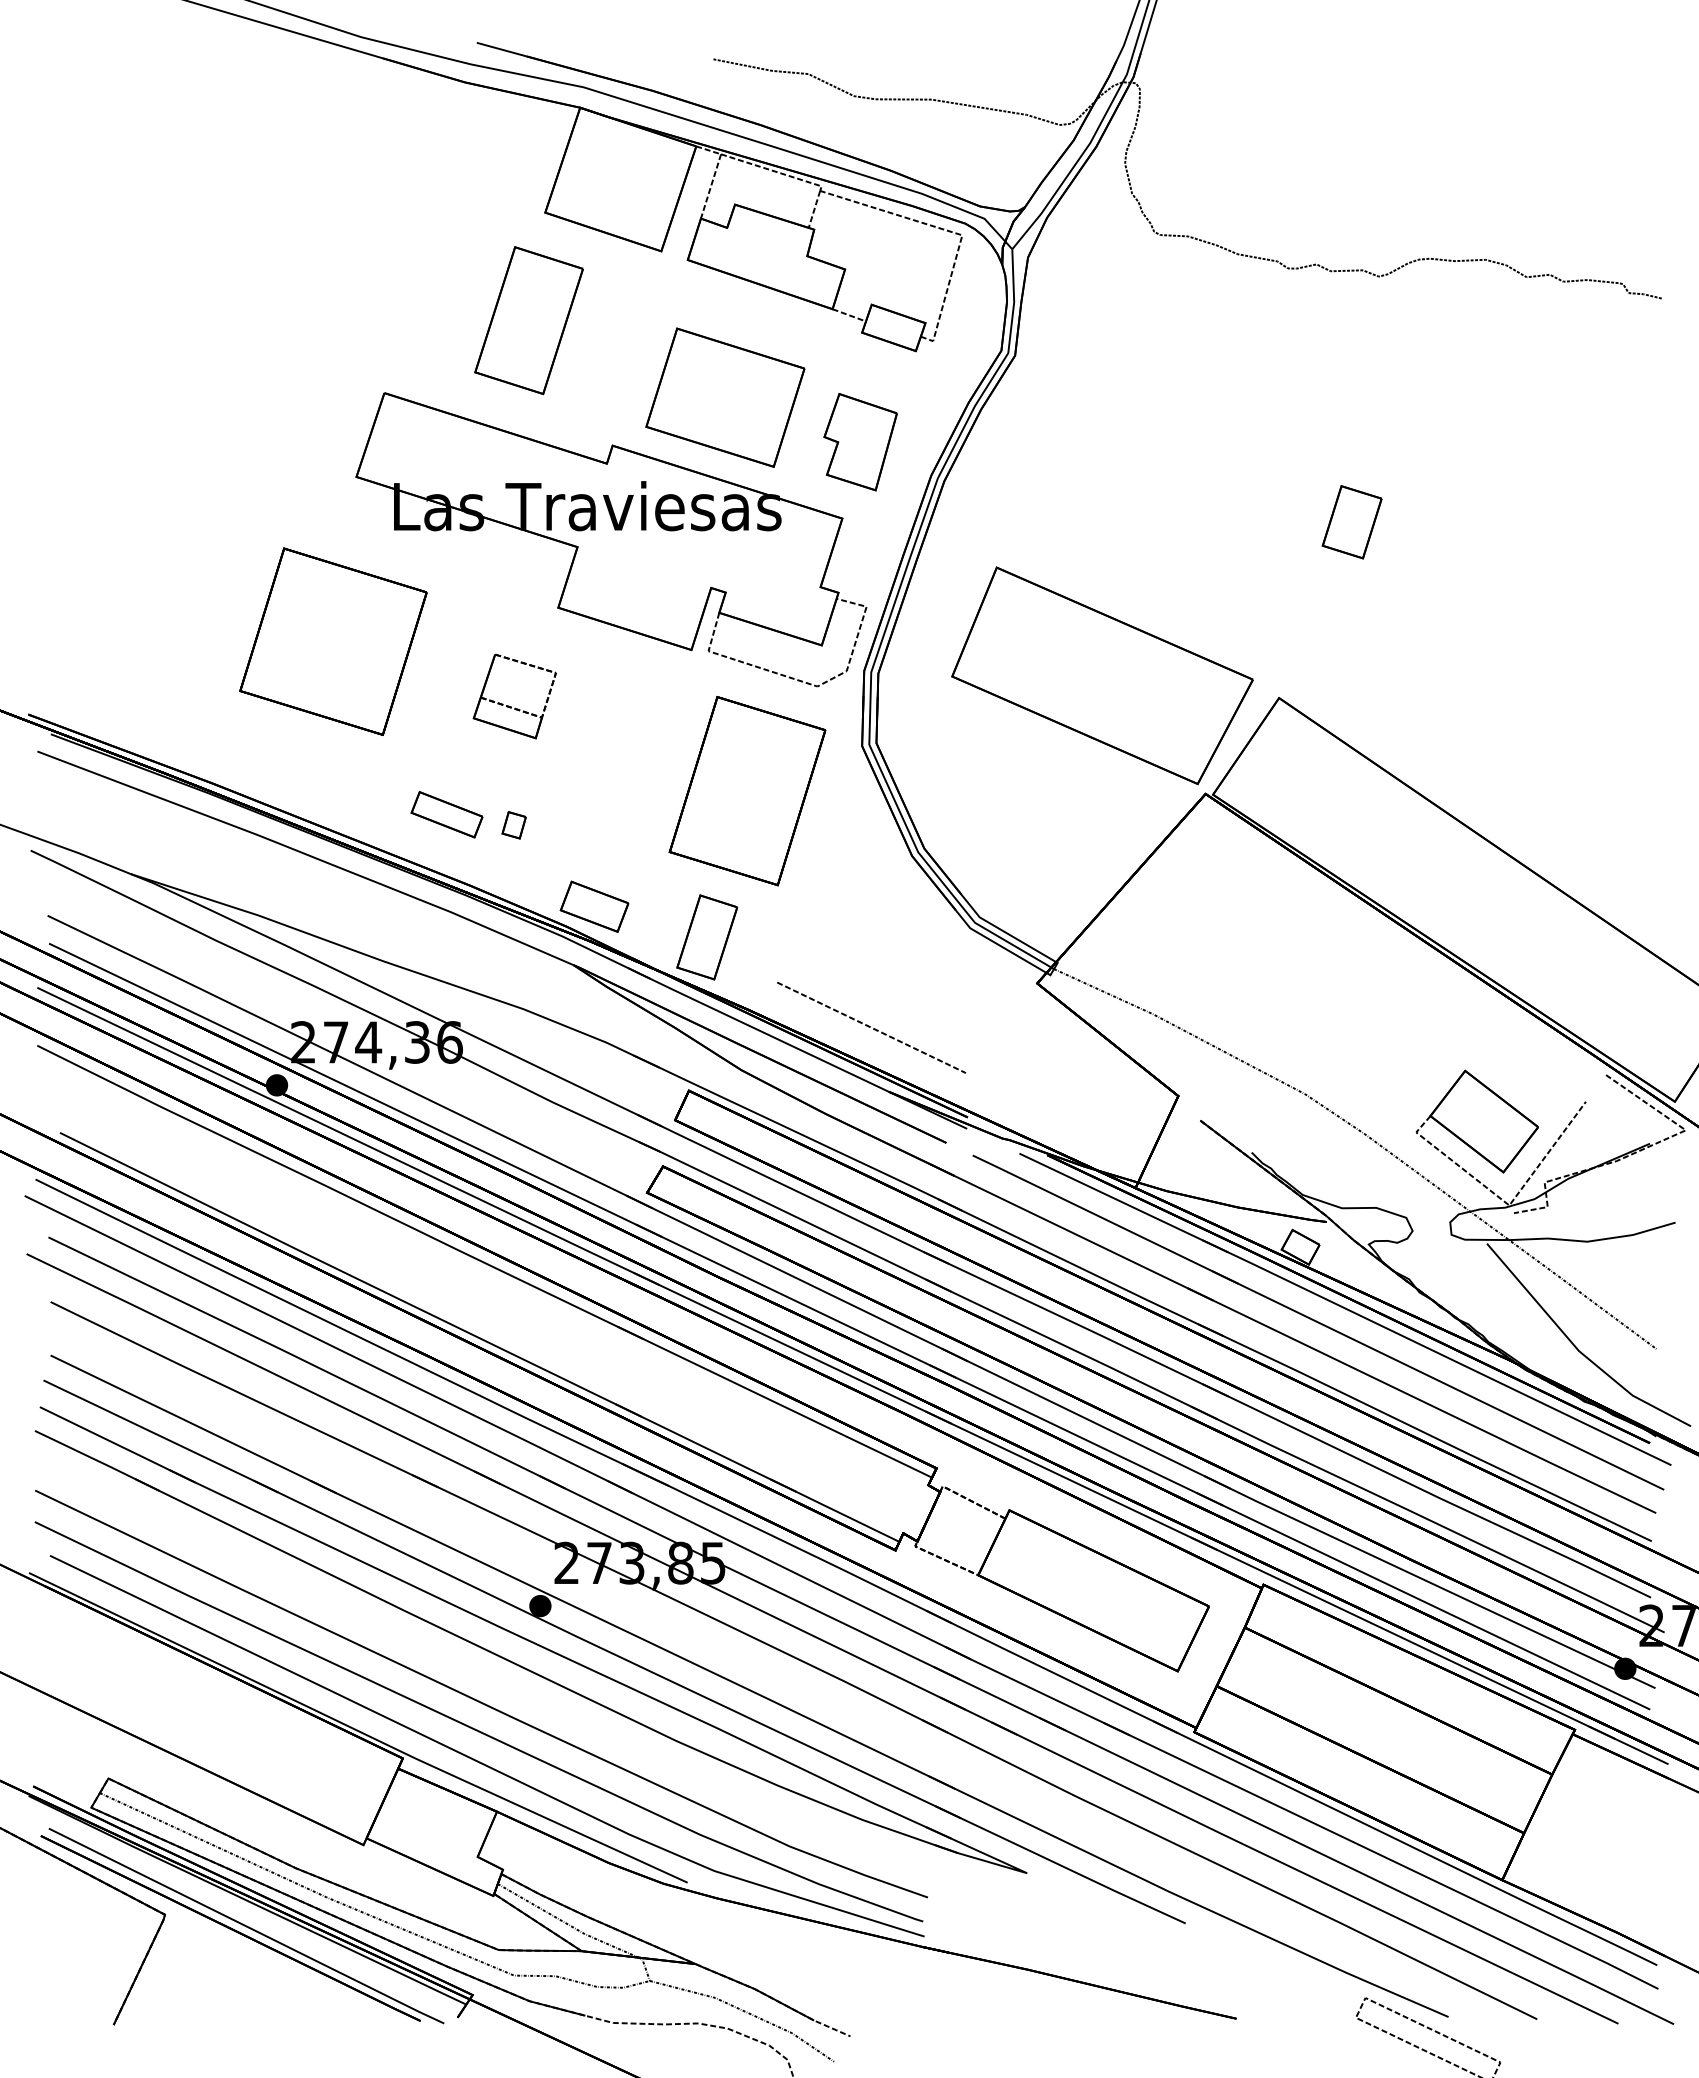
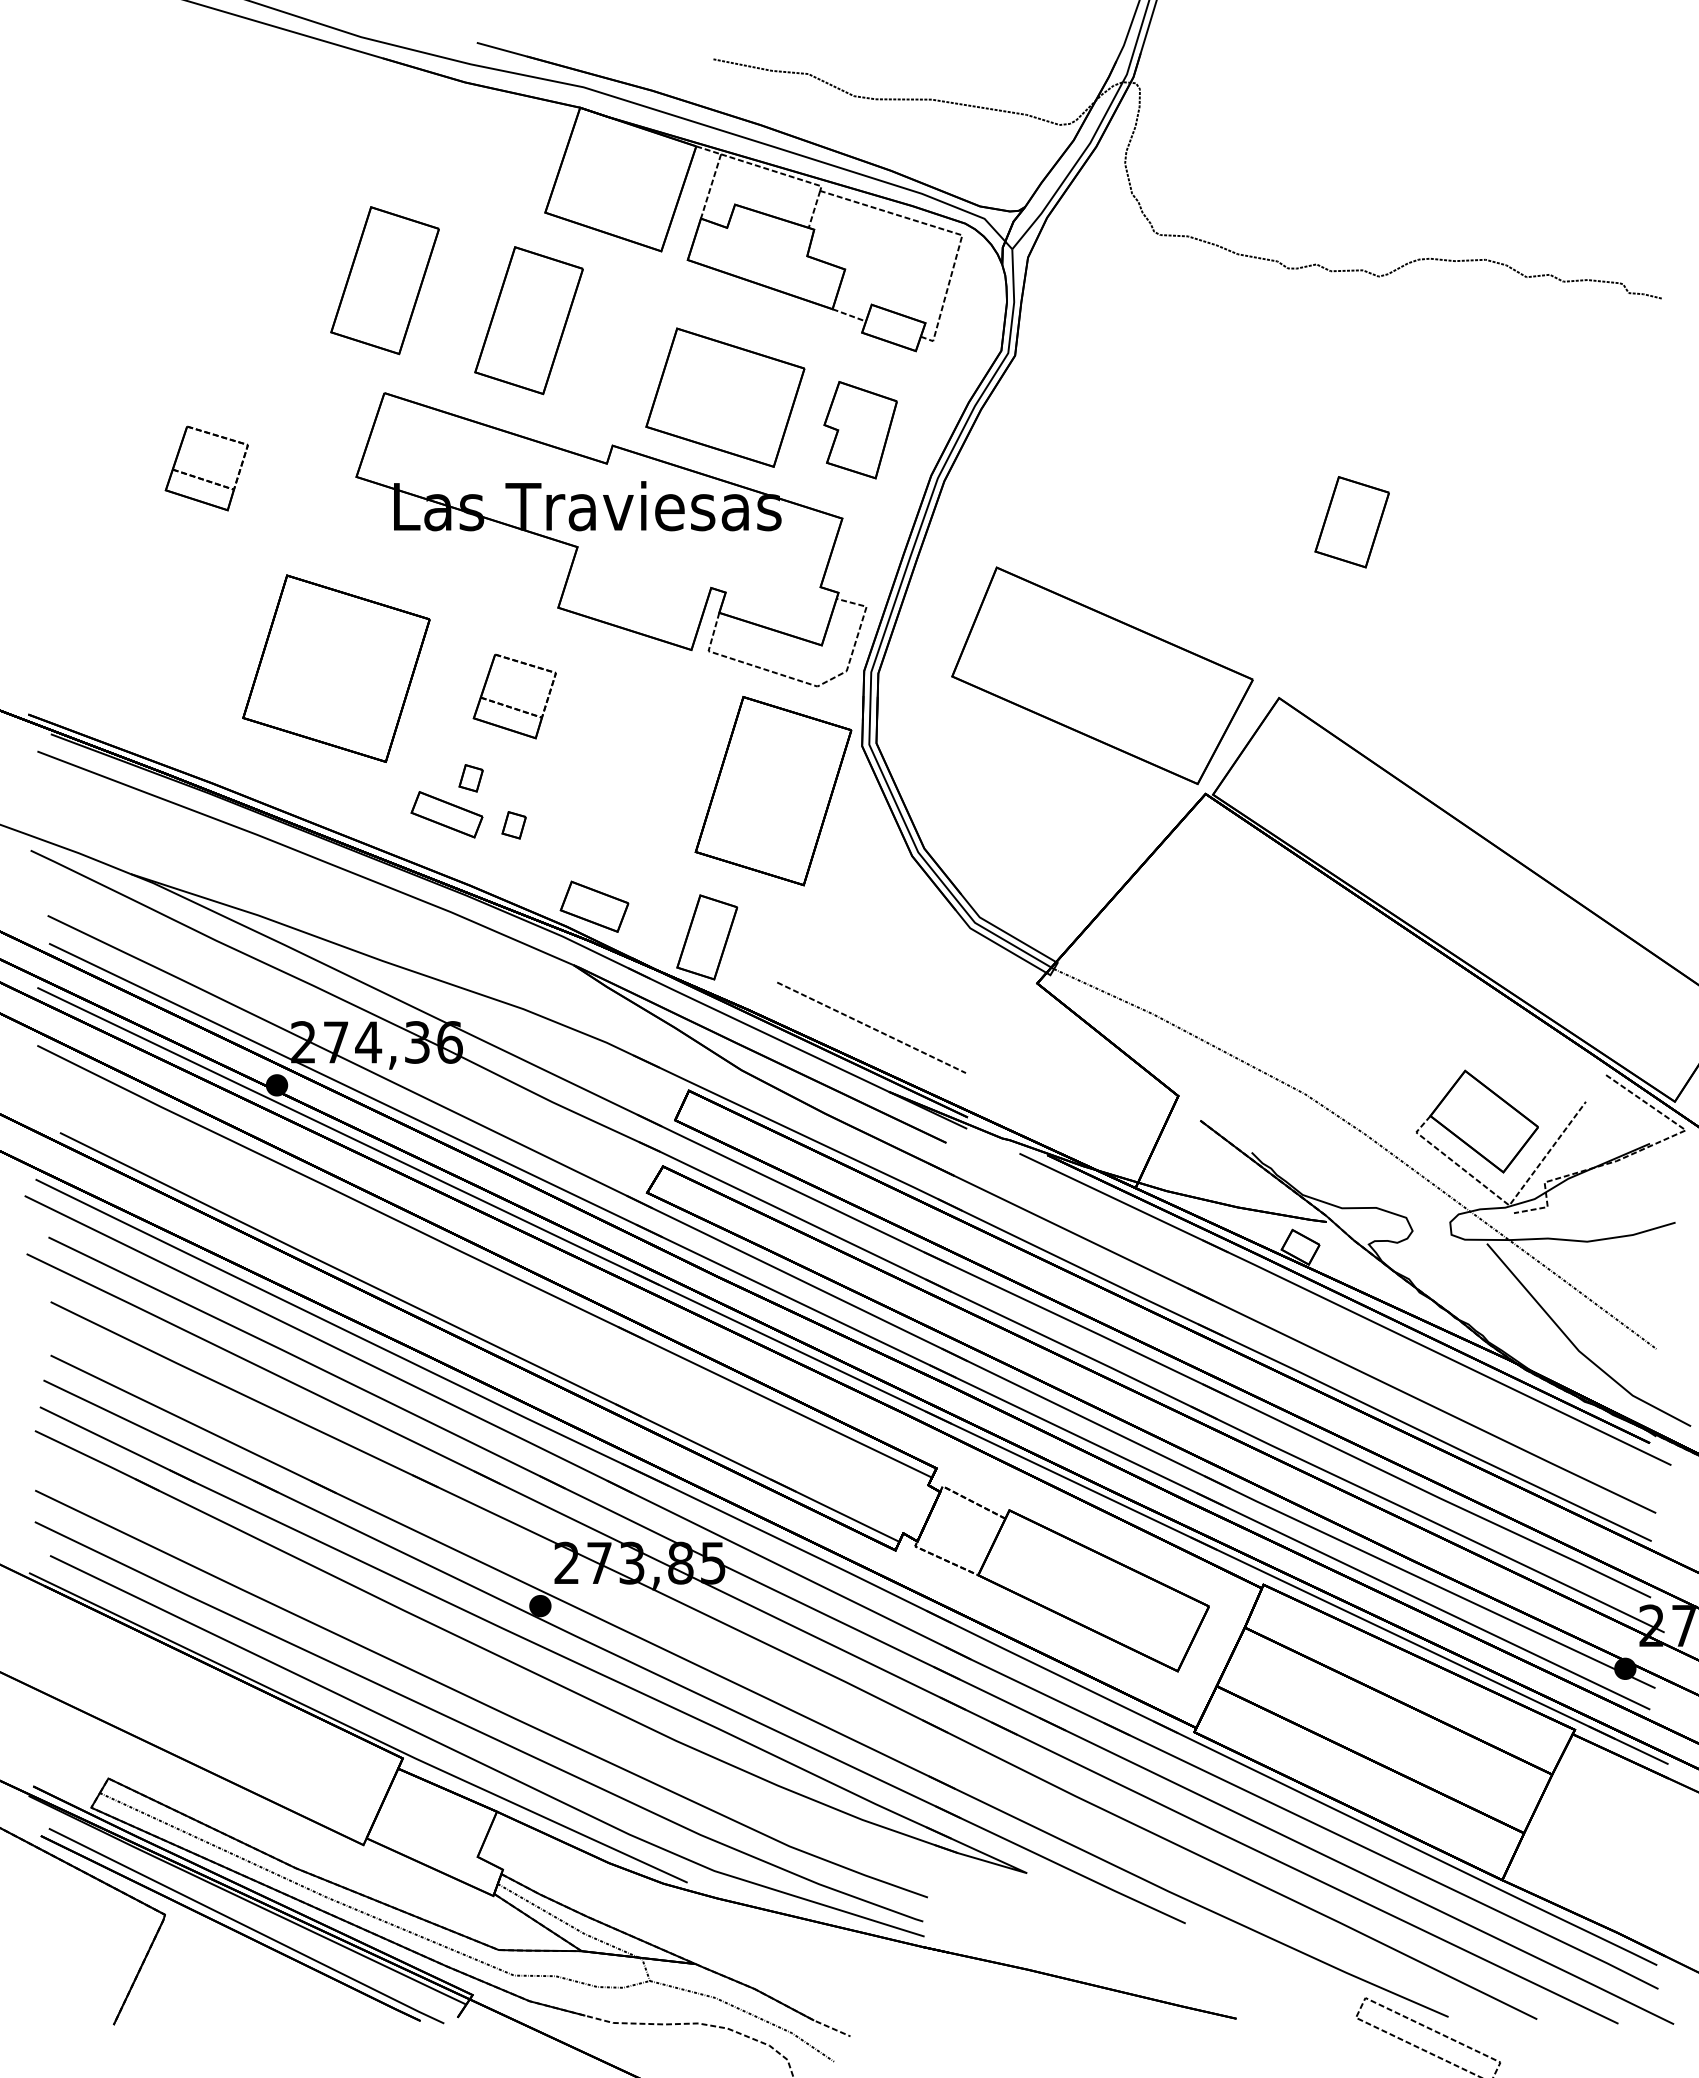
part at (384, 280): none -> present
part at (860, 442) position: (860, 442) -> (860, 430)
part at (203, 478): none -> present
part at (1351, 522) size: 62x75 px -> 76x93 px
part at (333, 641) position: (333, 641) -> (336, 668)
part at (470, 778): none -> present
part at (747, 791) position: (747, 791) -> (773, 791)
line at (1318, 1322): present -> none
